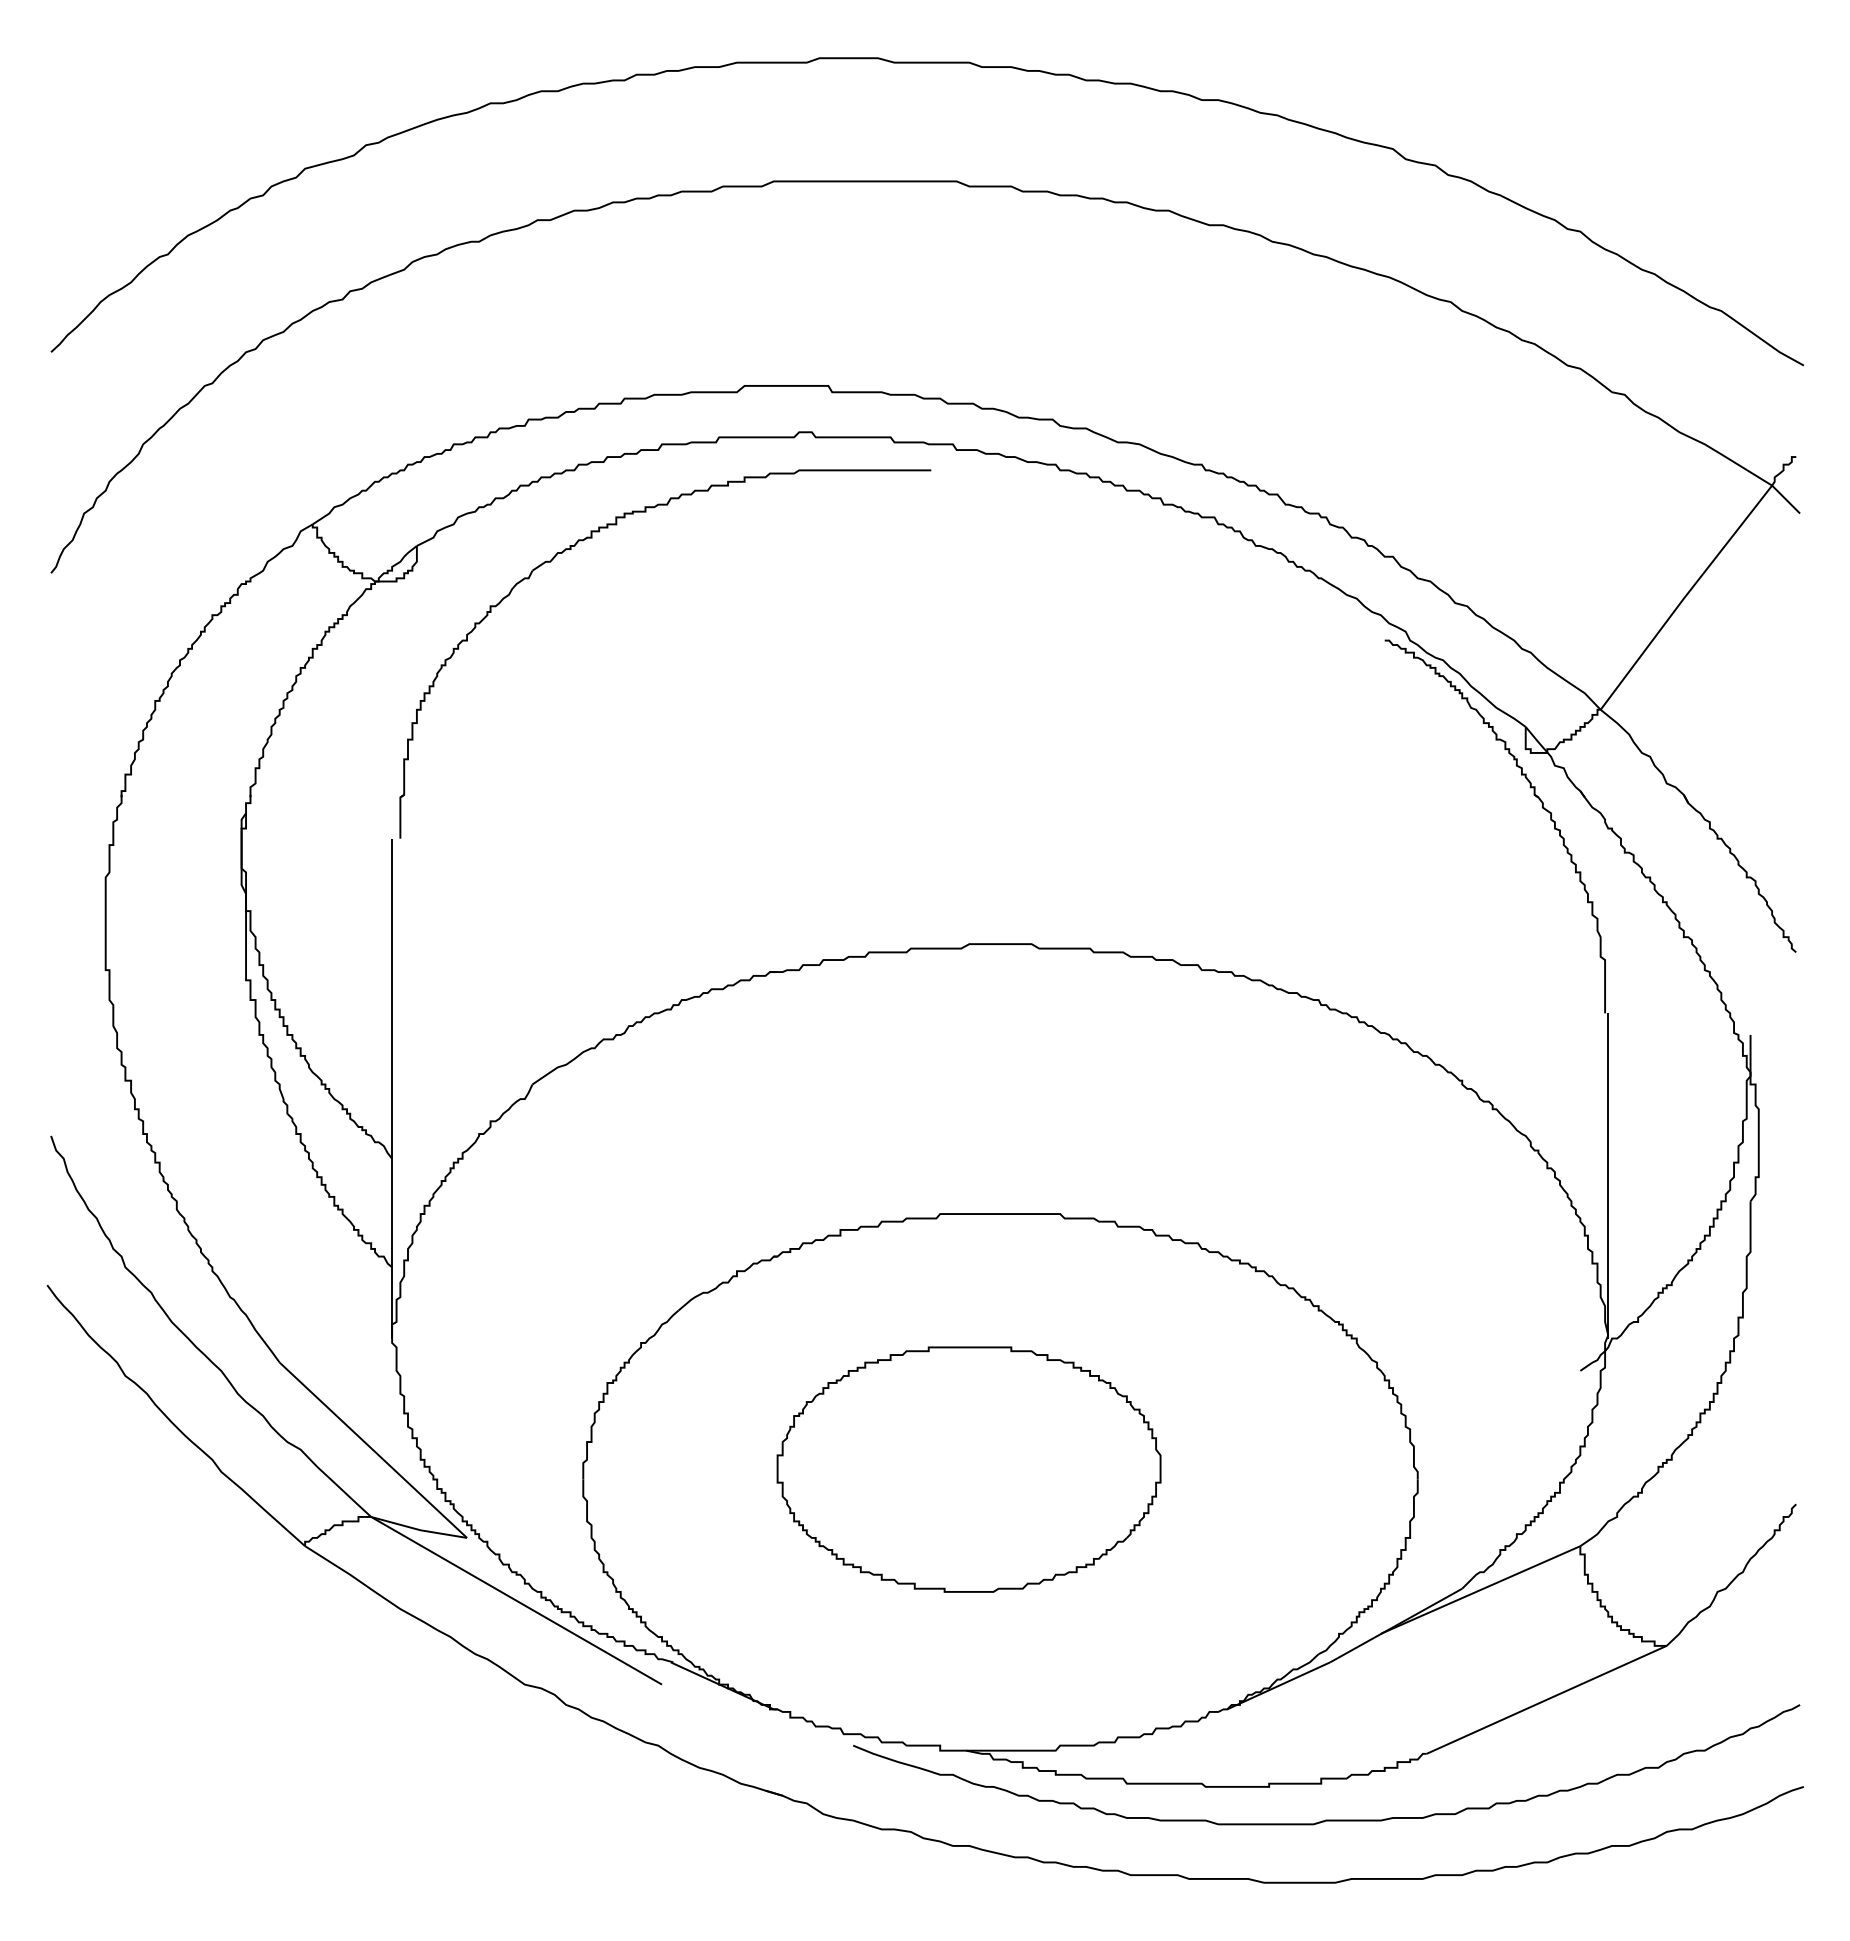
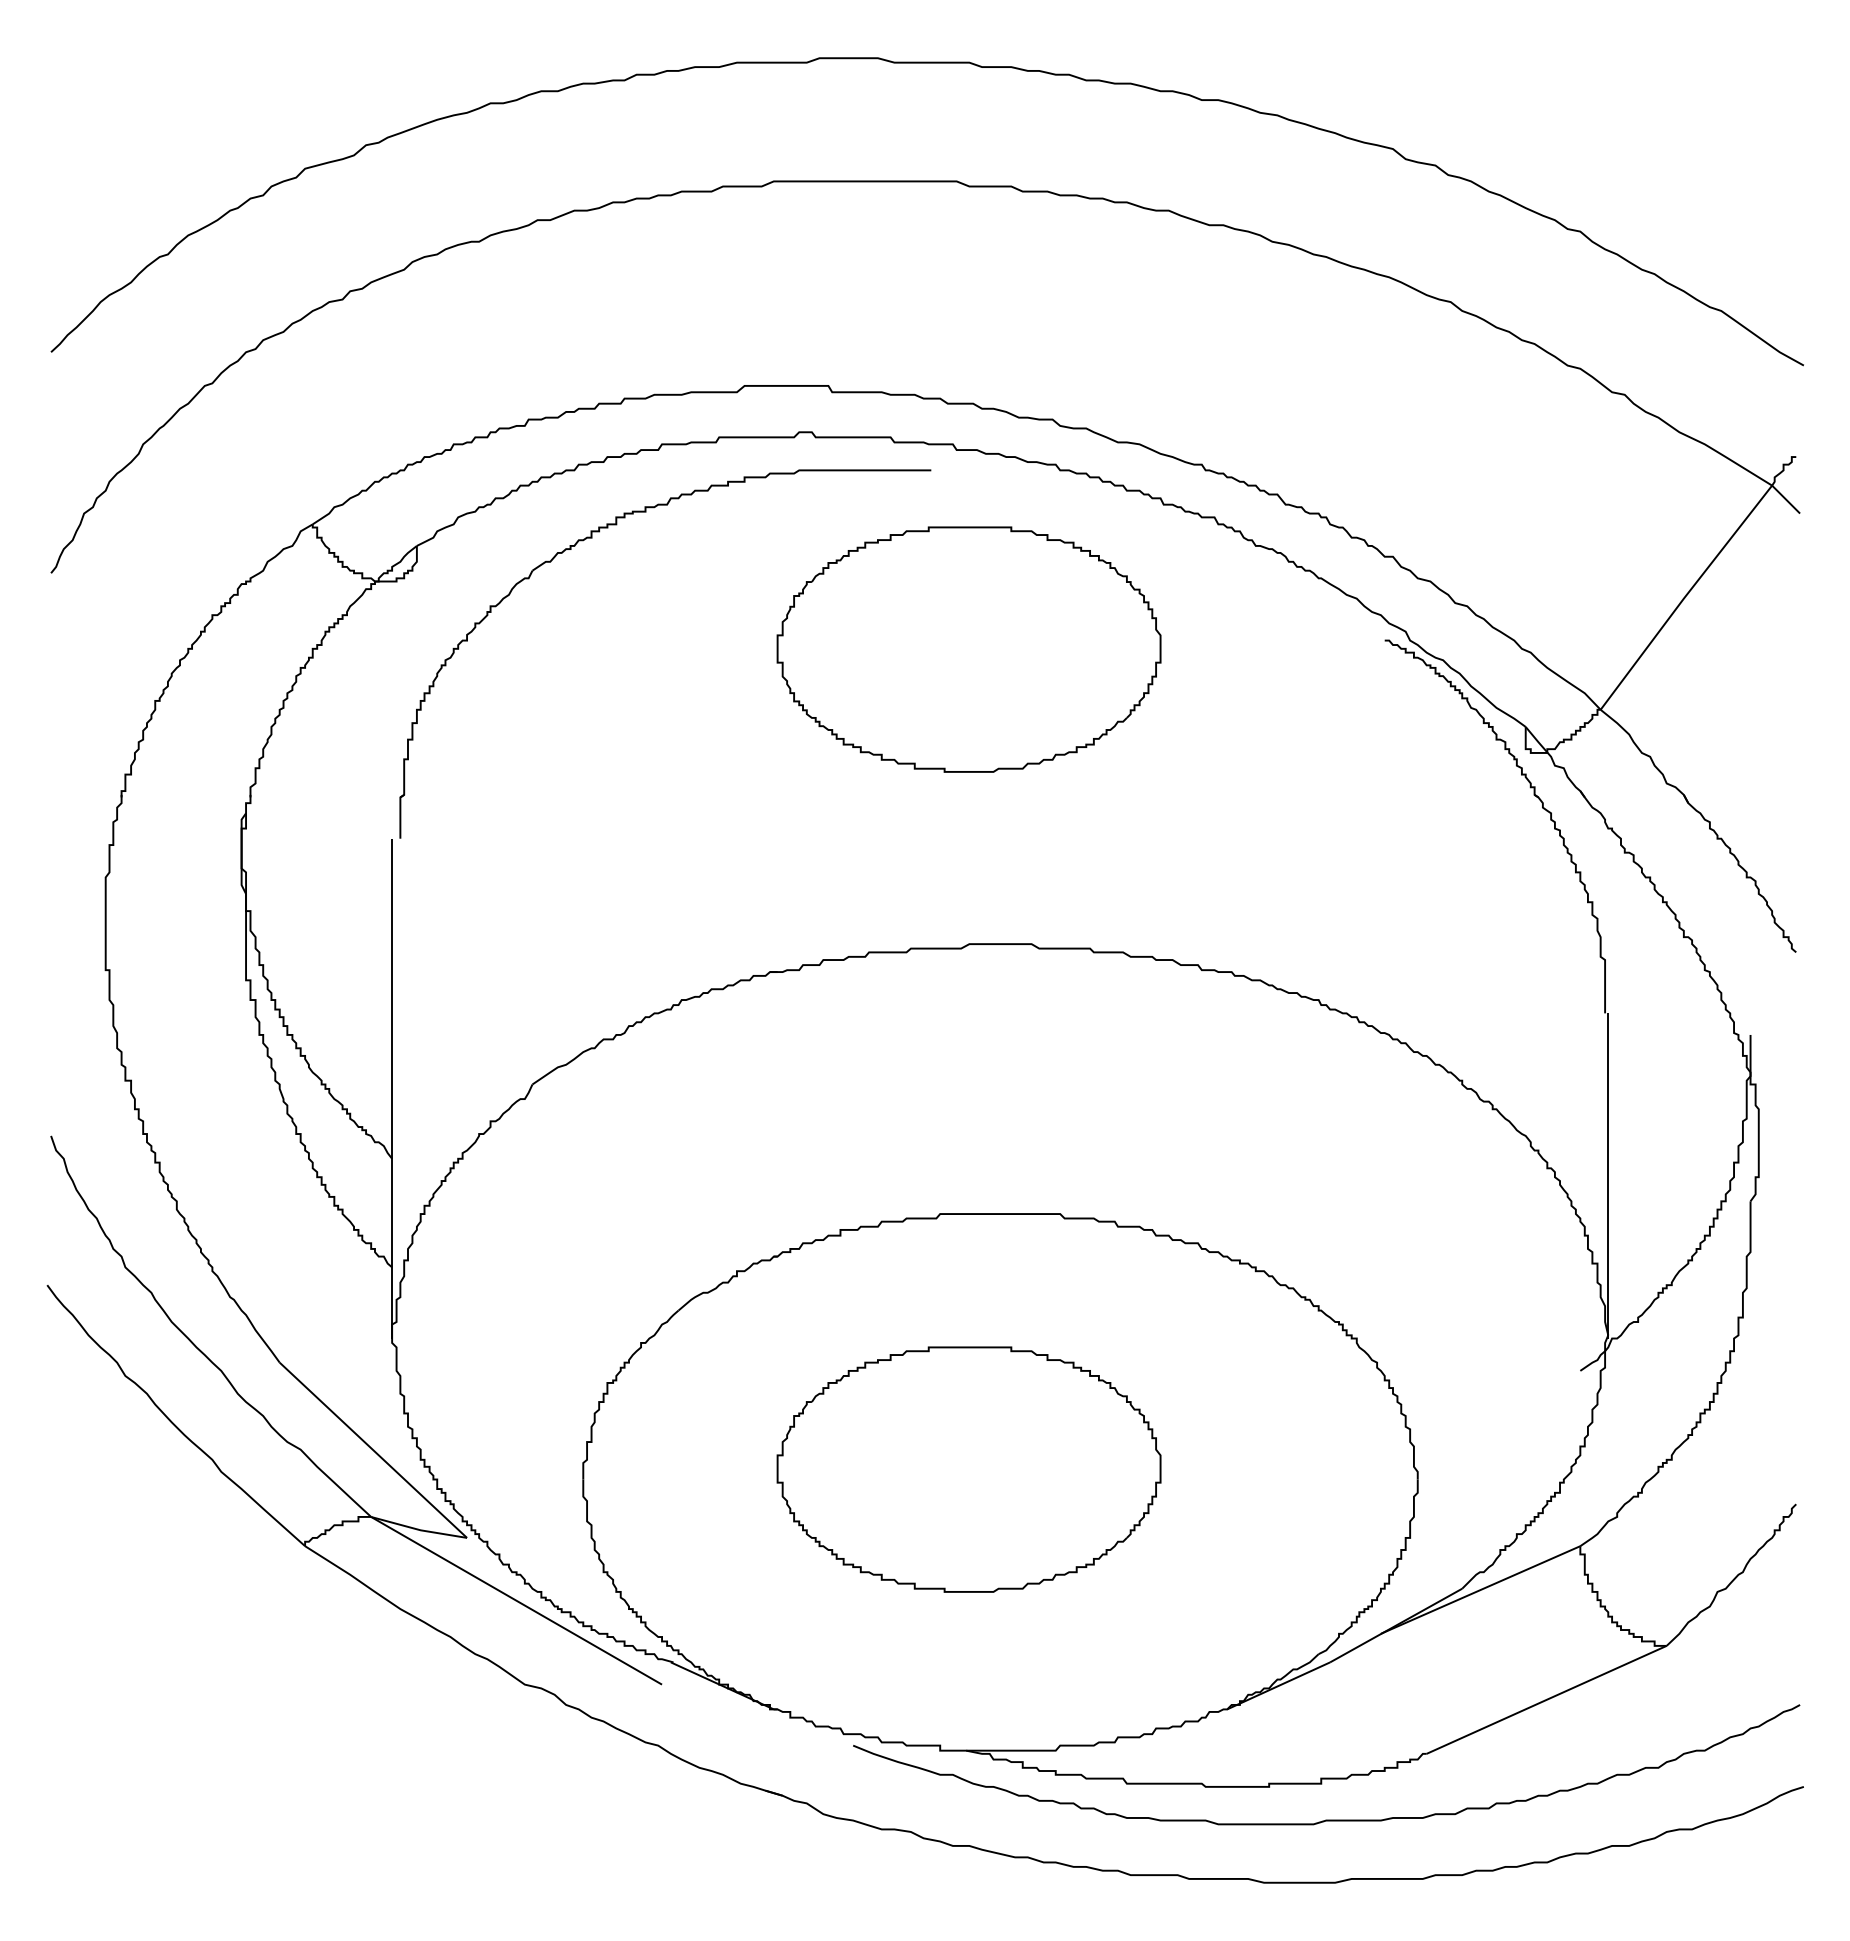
part at (968, 649): none -> present
